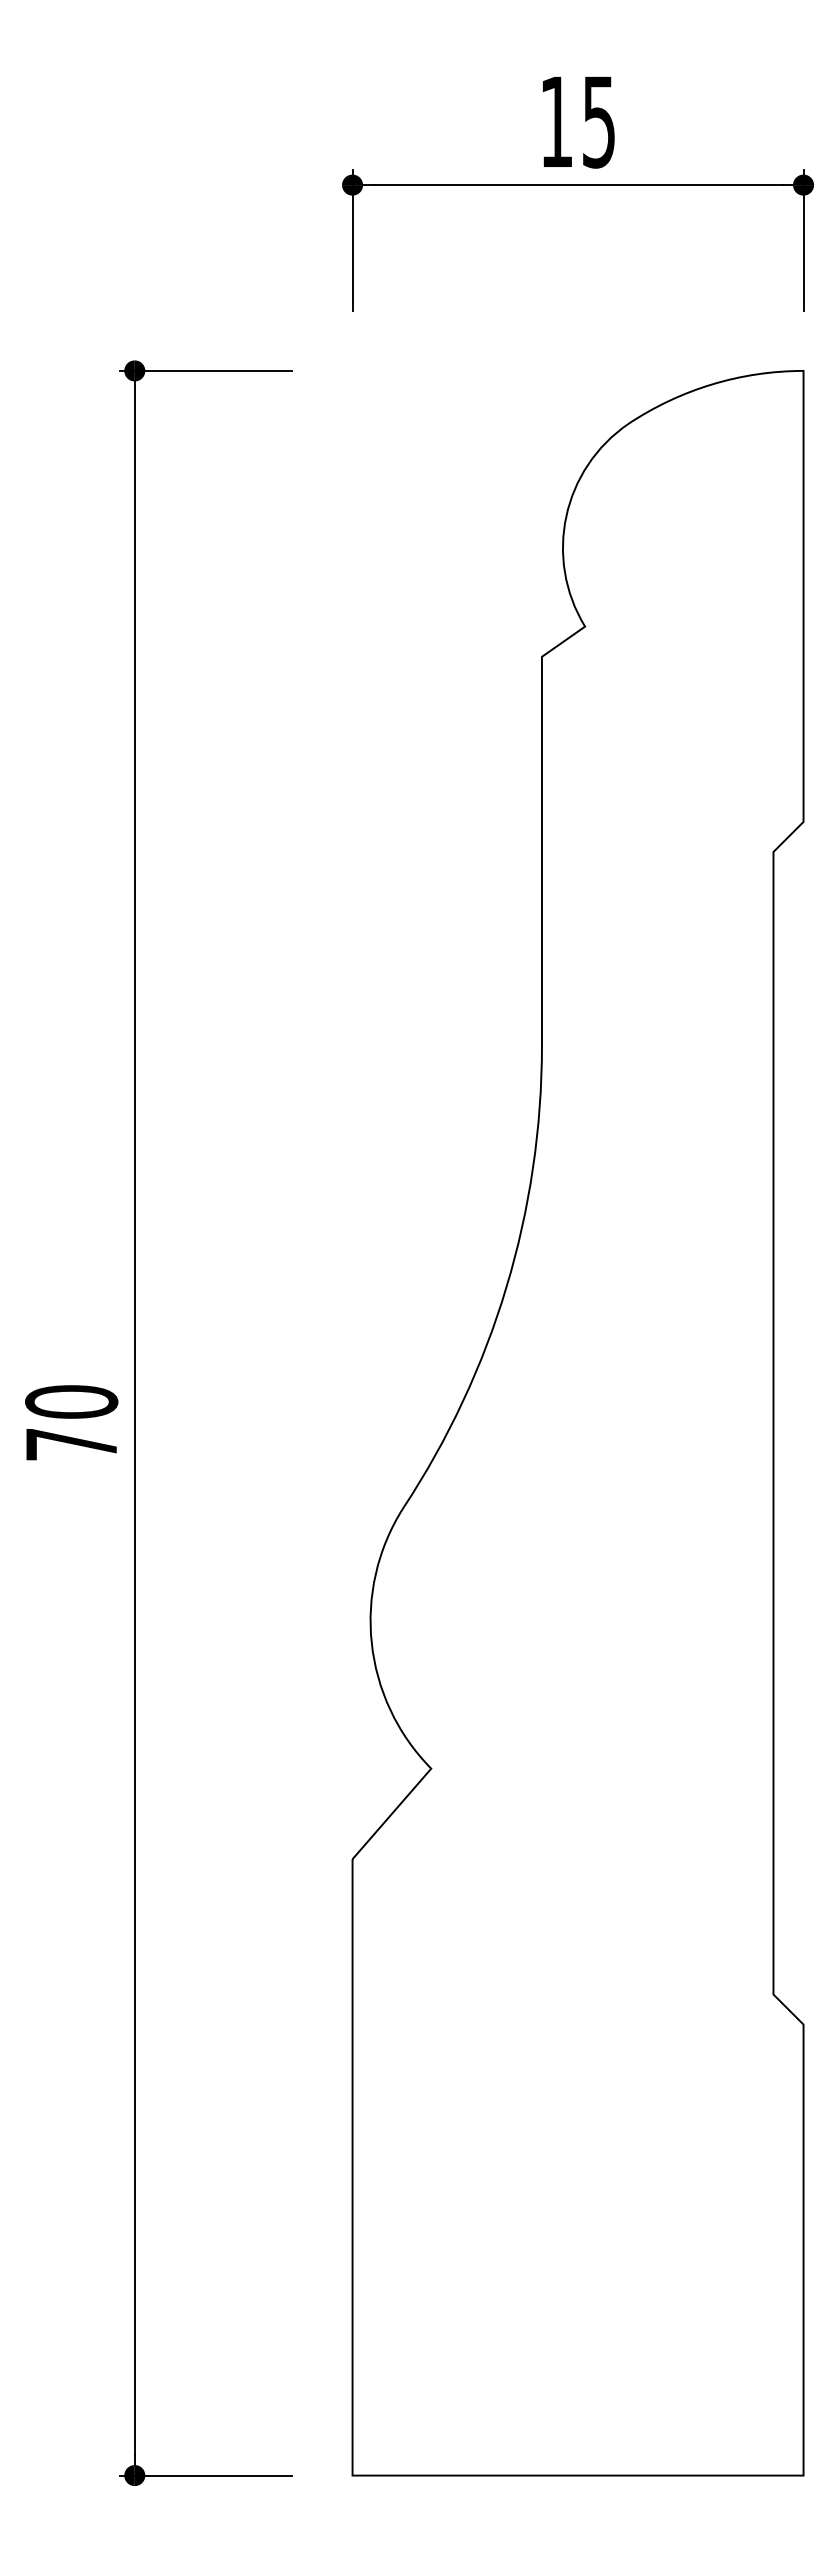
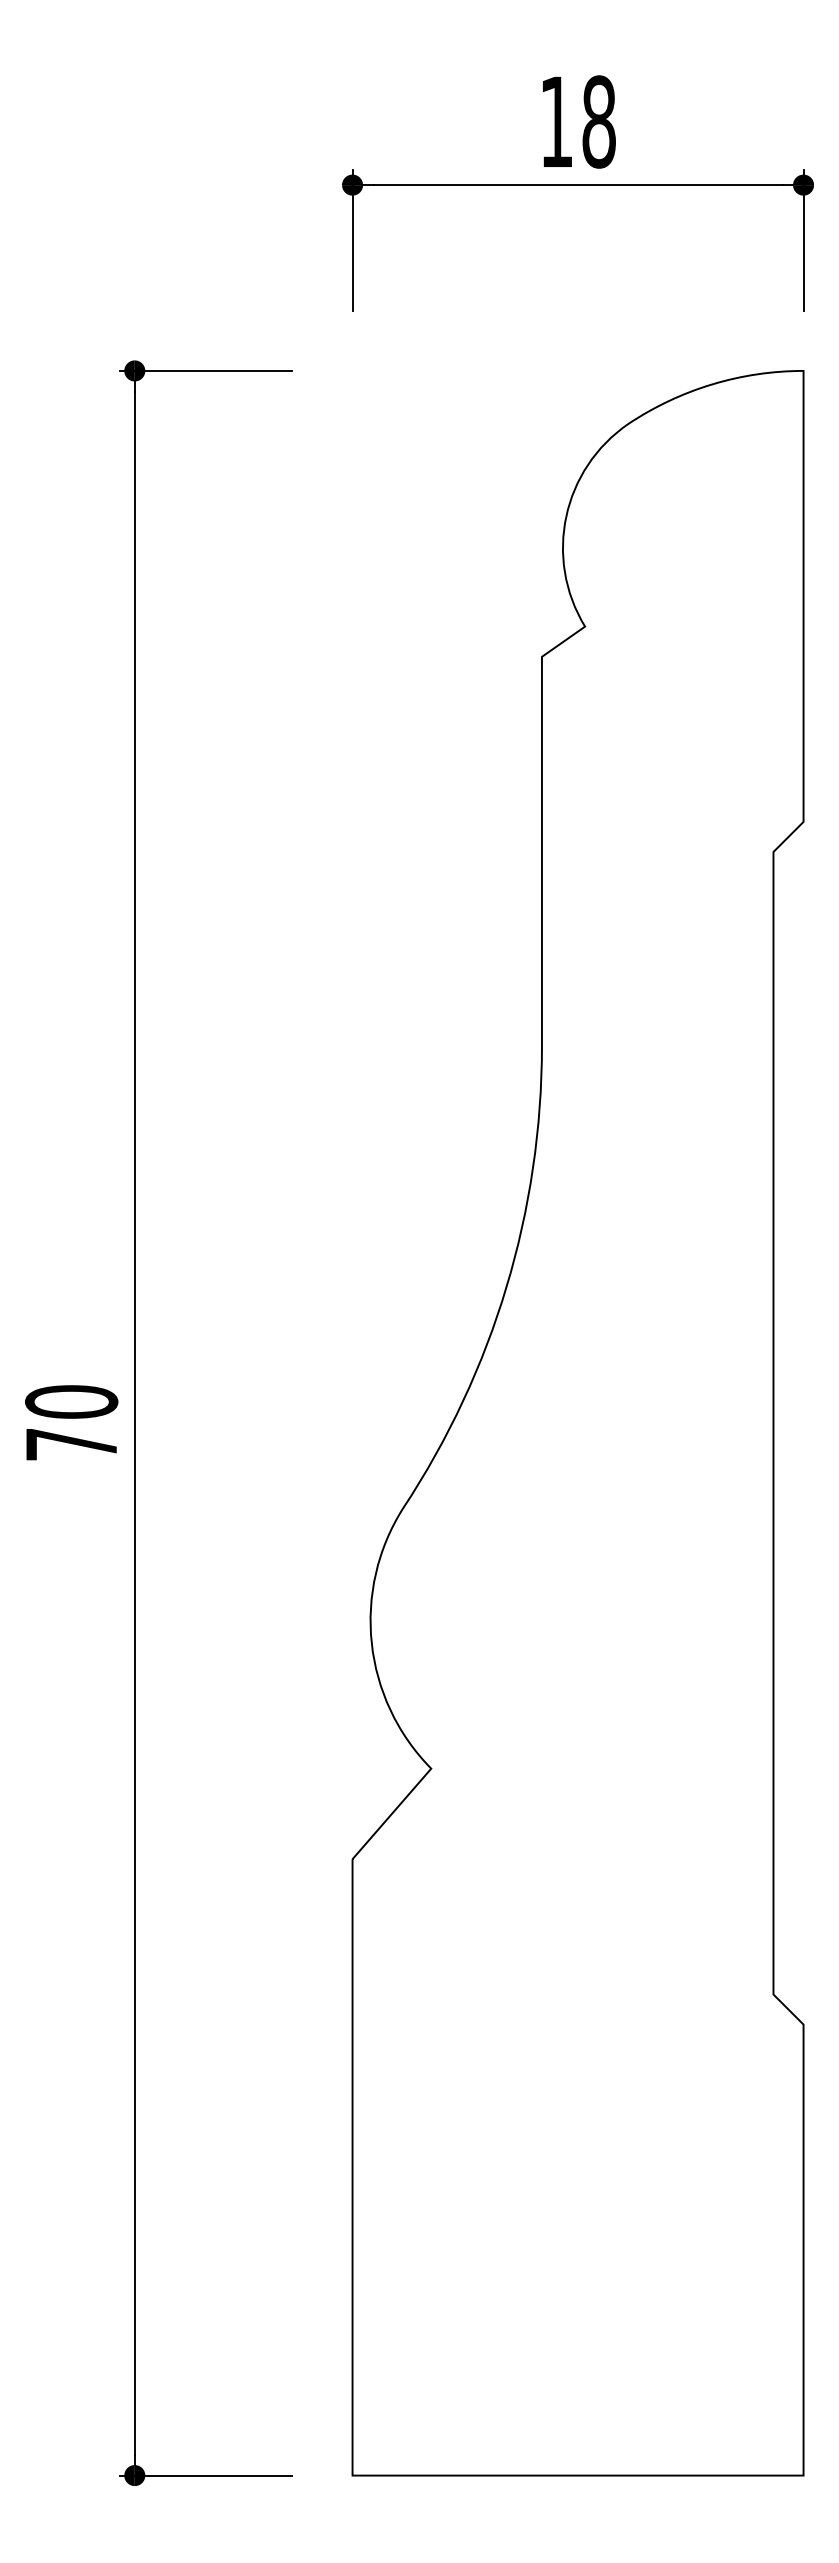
text at (598, 121): 15 -> 18
